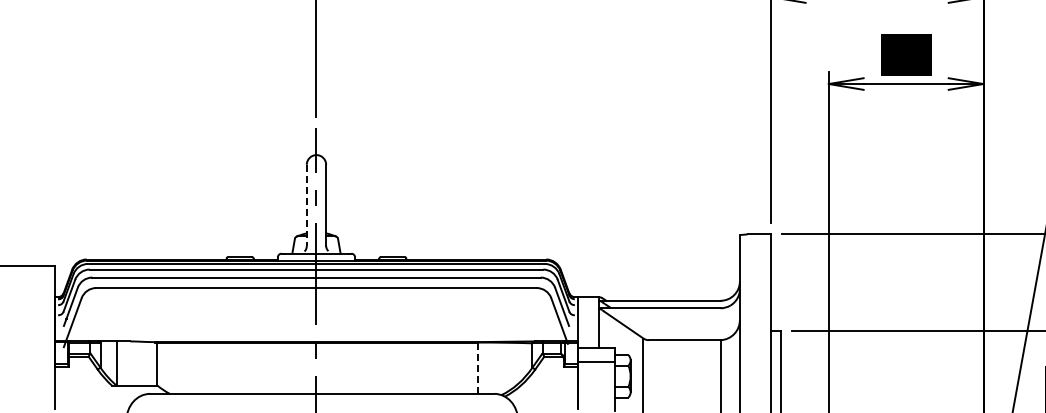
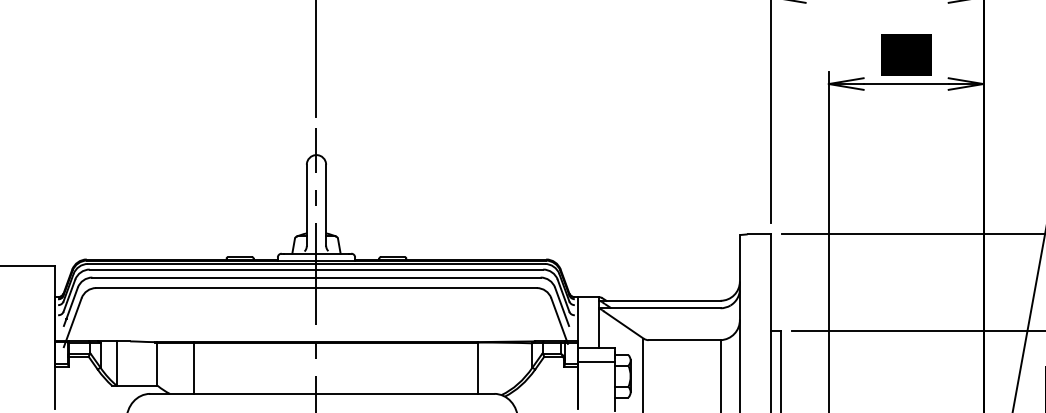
line at (306, 205): dashed -> solid
line at (194, 367): none -> present
line at (477, 368): dashed -> solid
